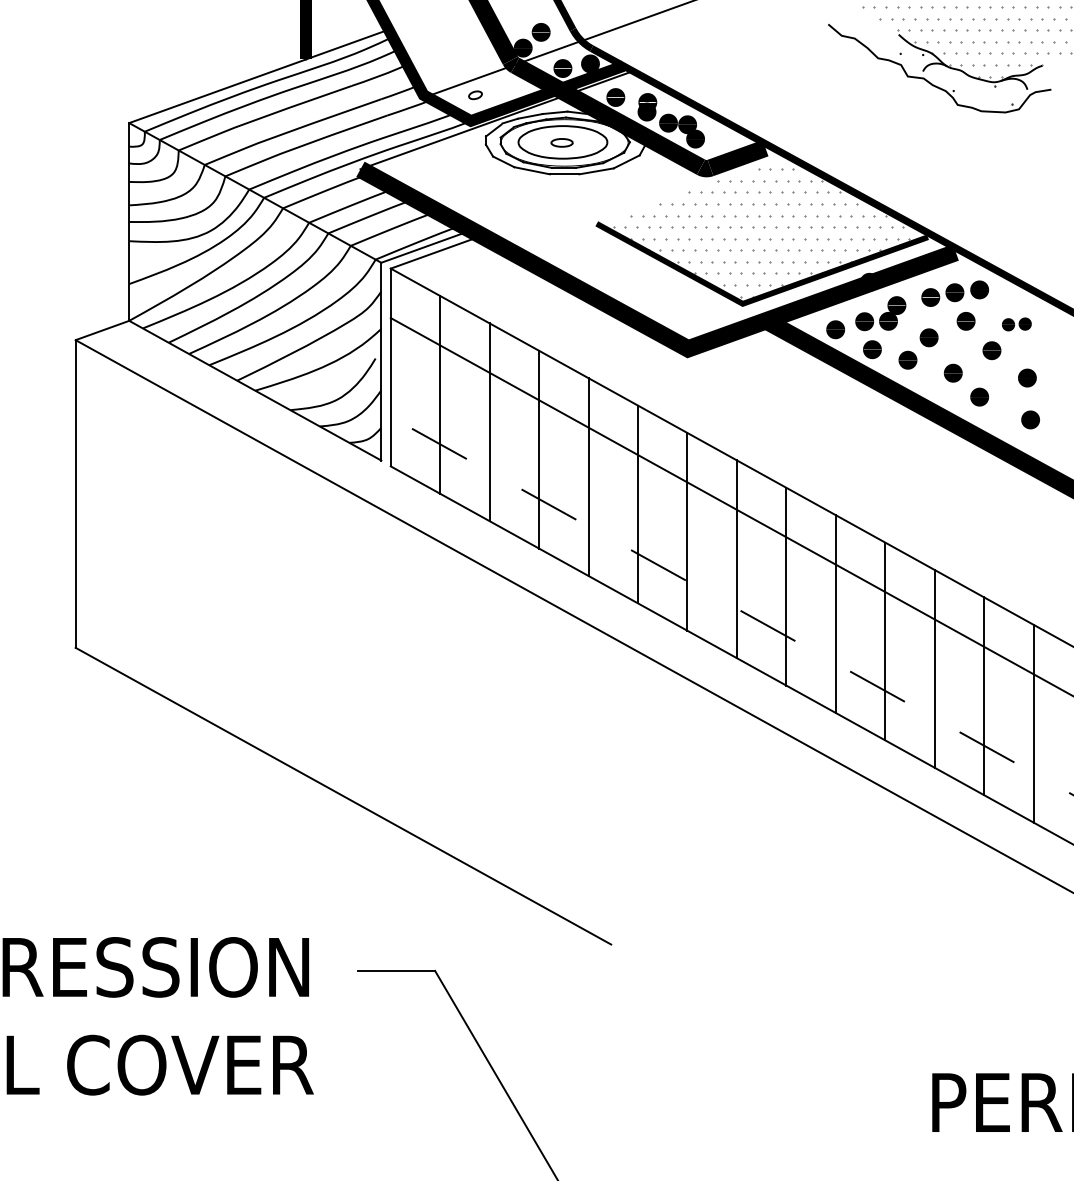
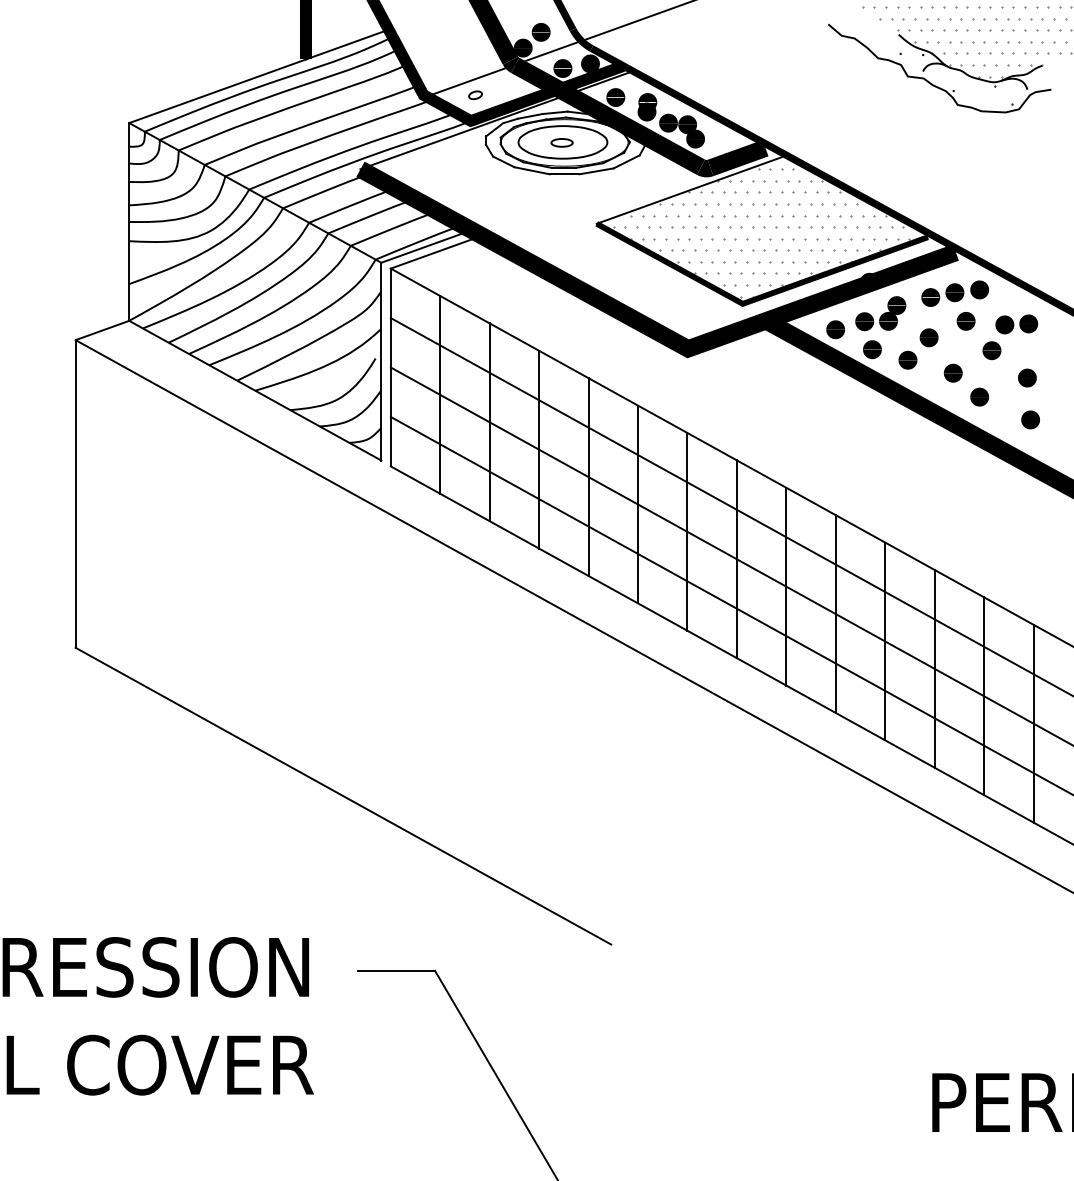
line at (688, 190): none -> present
part at (1016, 324) size: 30x15 px -> 44x21 px
line at (730, 555): none -> present
line at (731, 605): dashed -> solid
